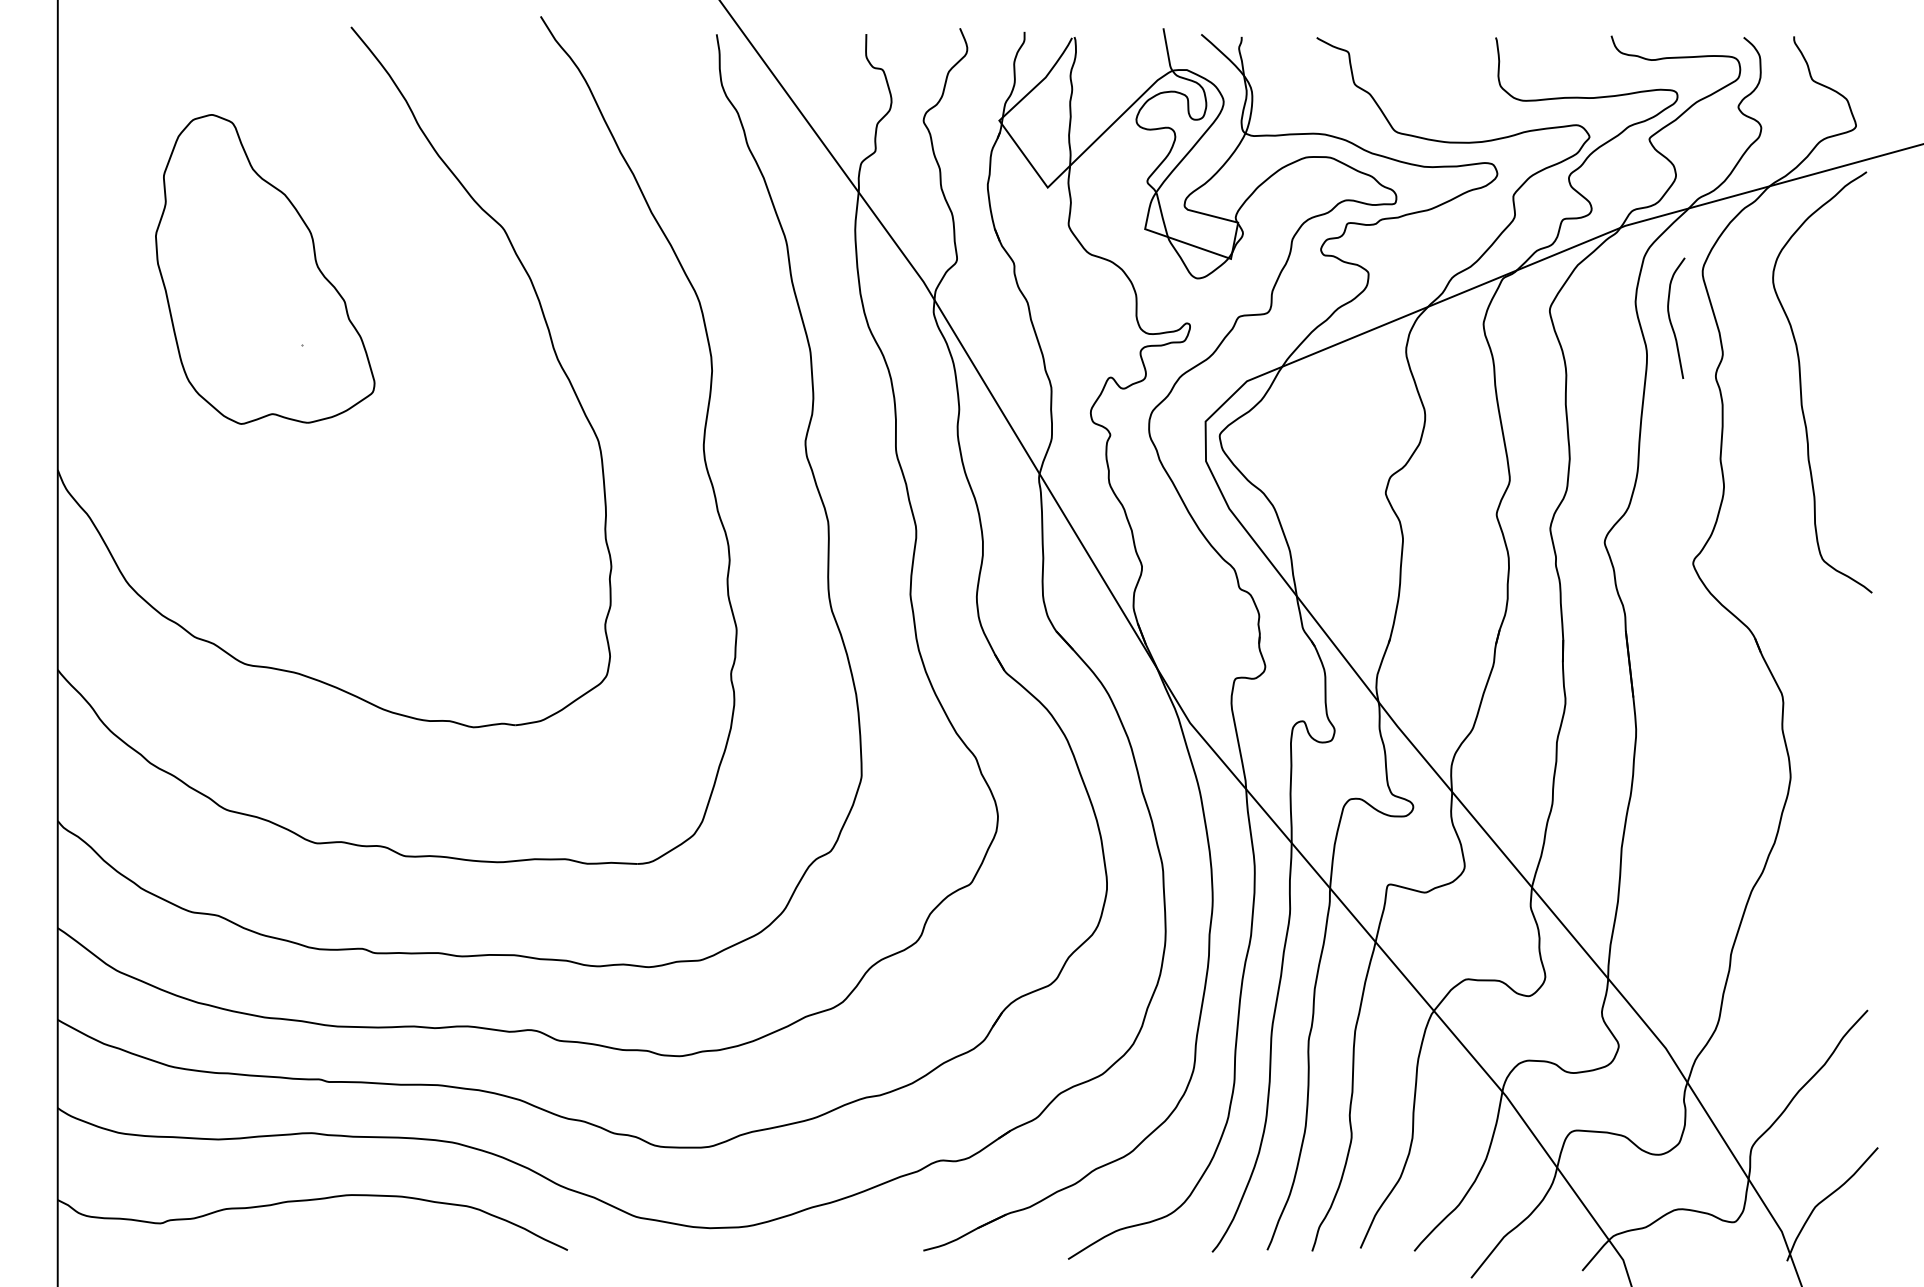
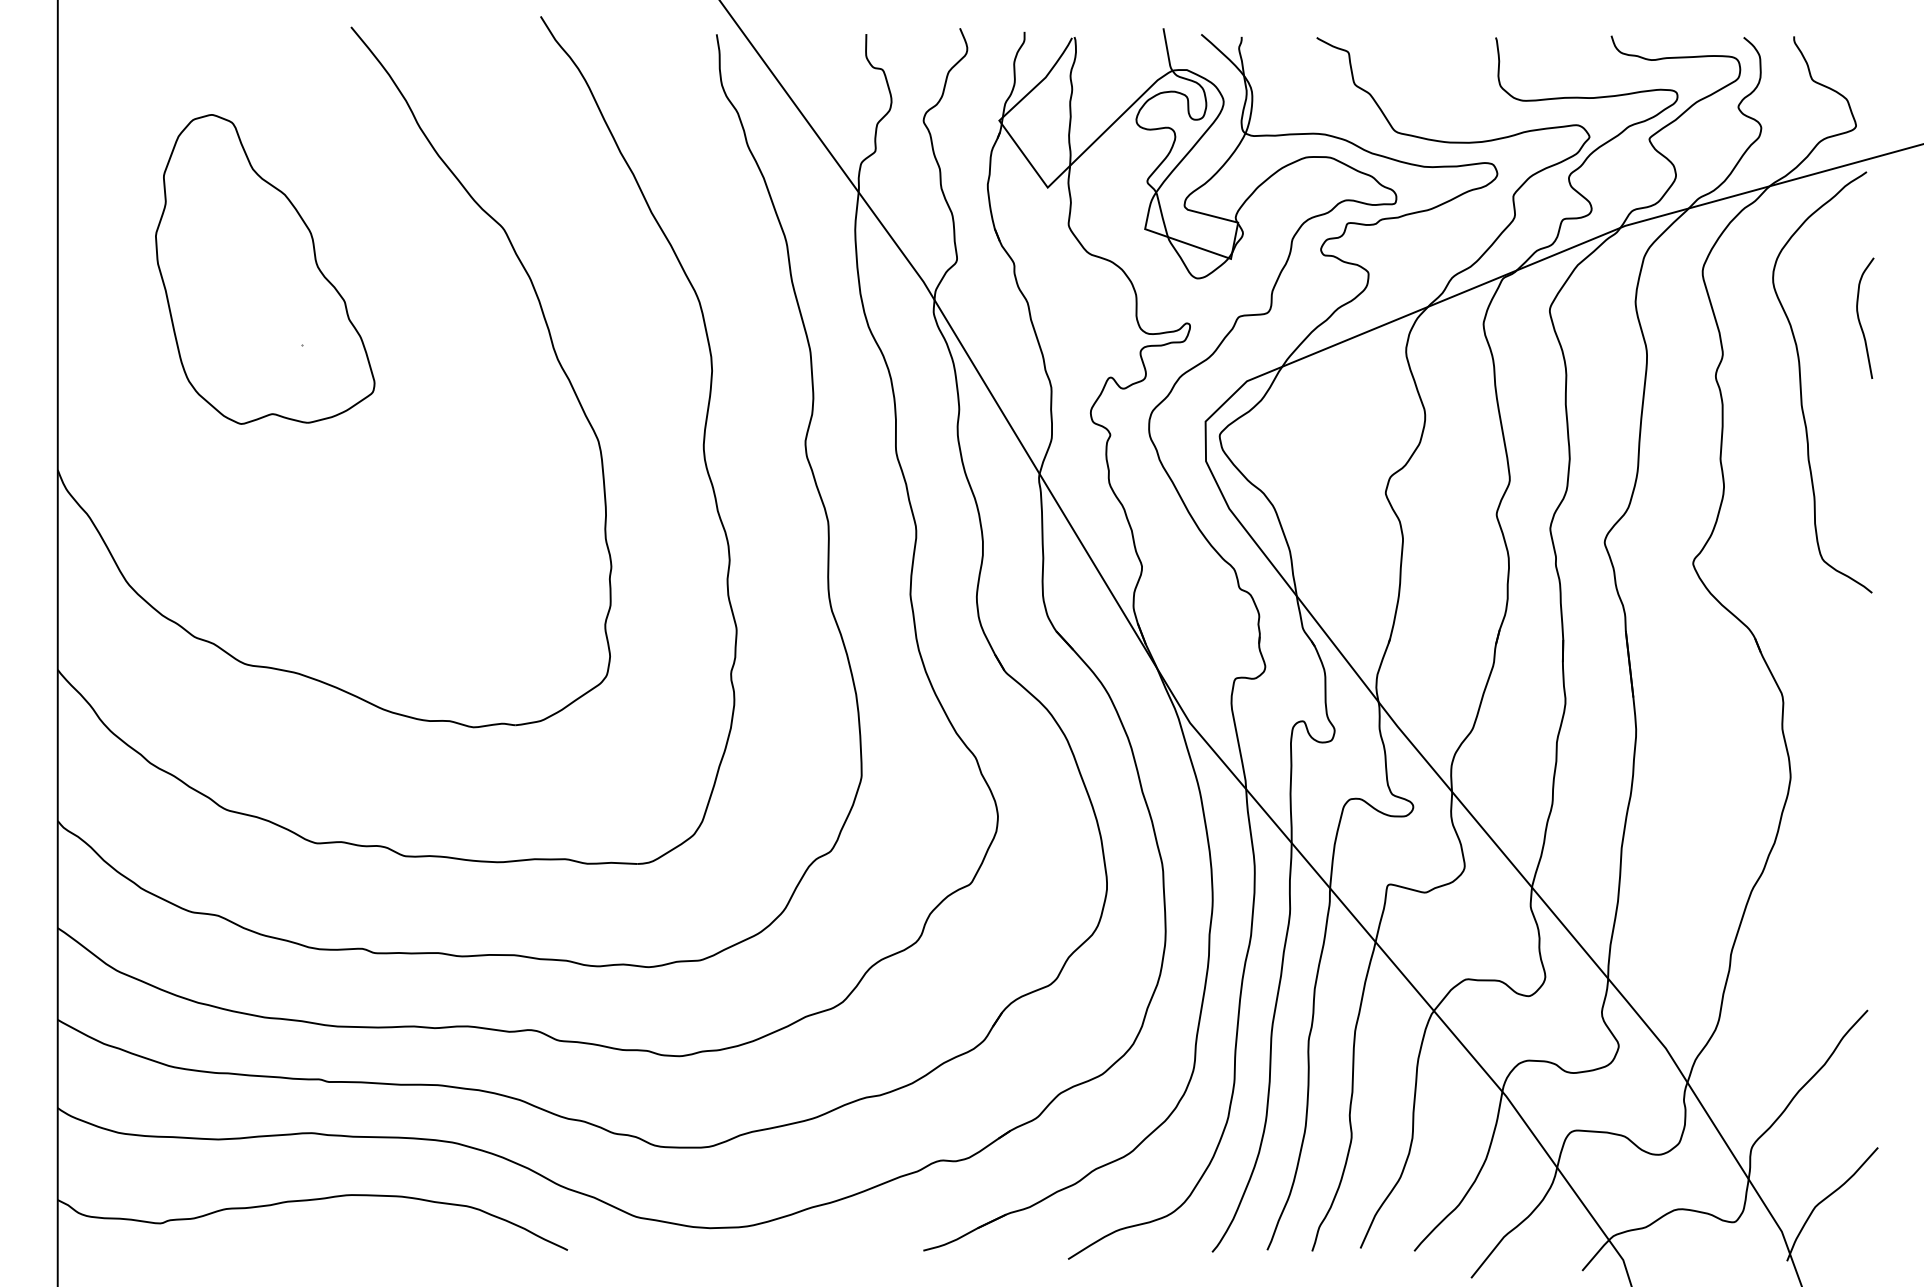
curve at (1670, 317) position: (1670, 317) -> (1859, 317)
